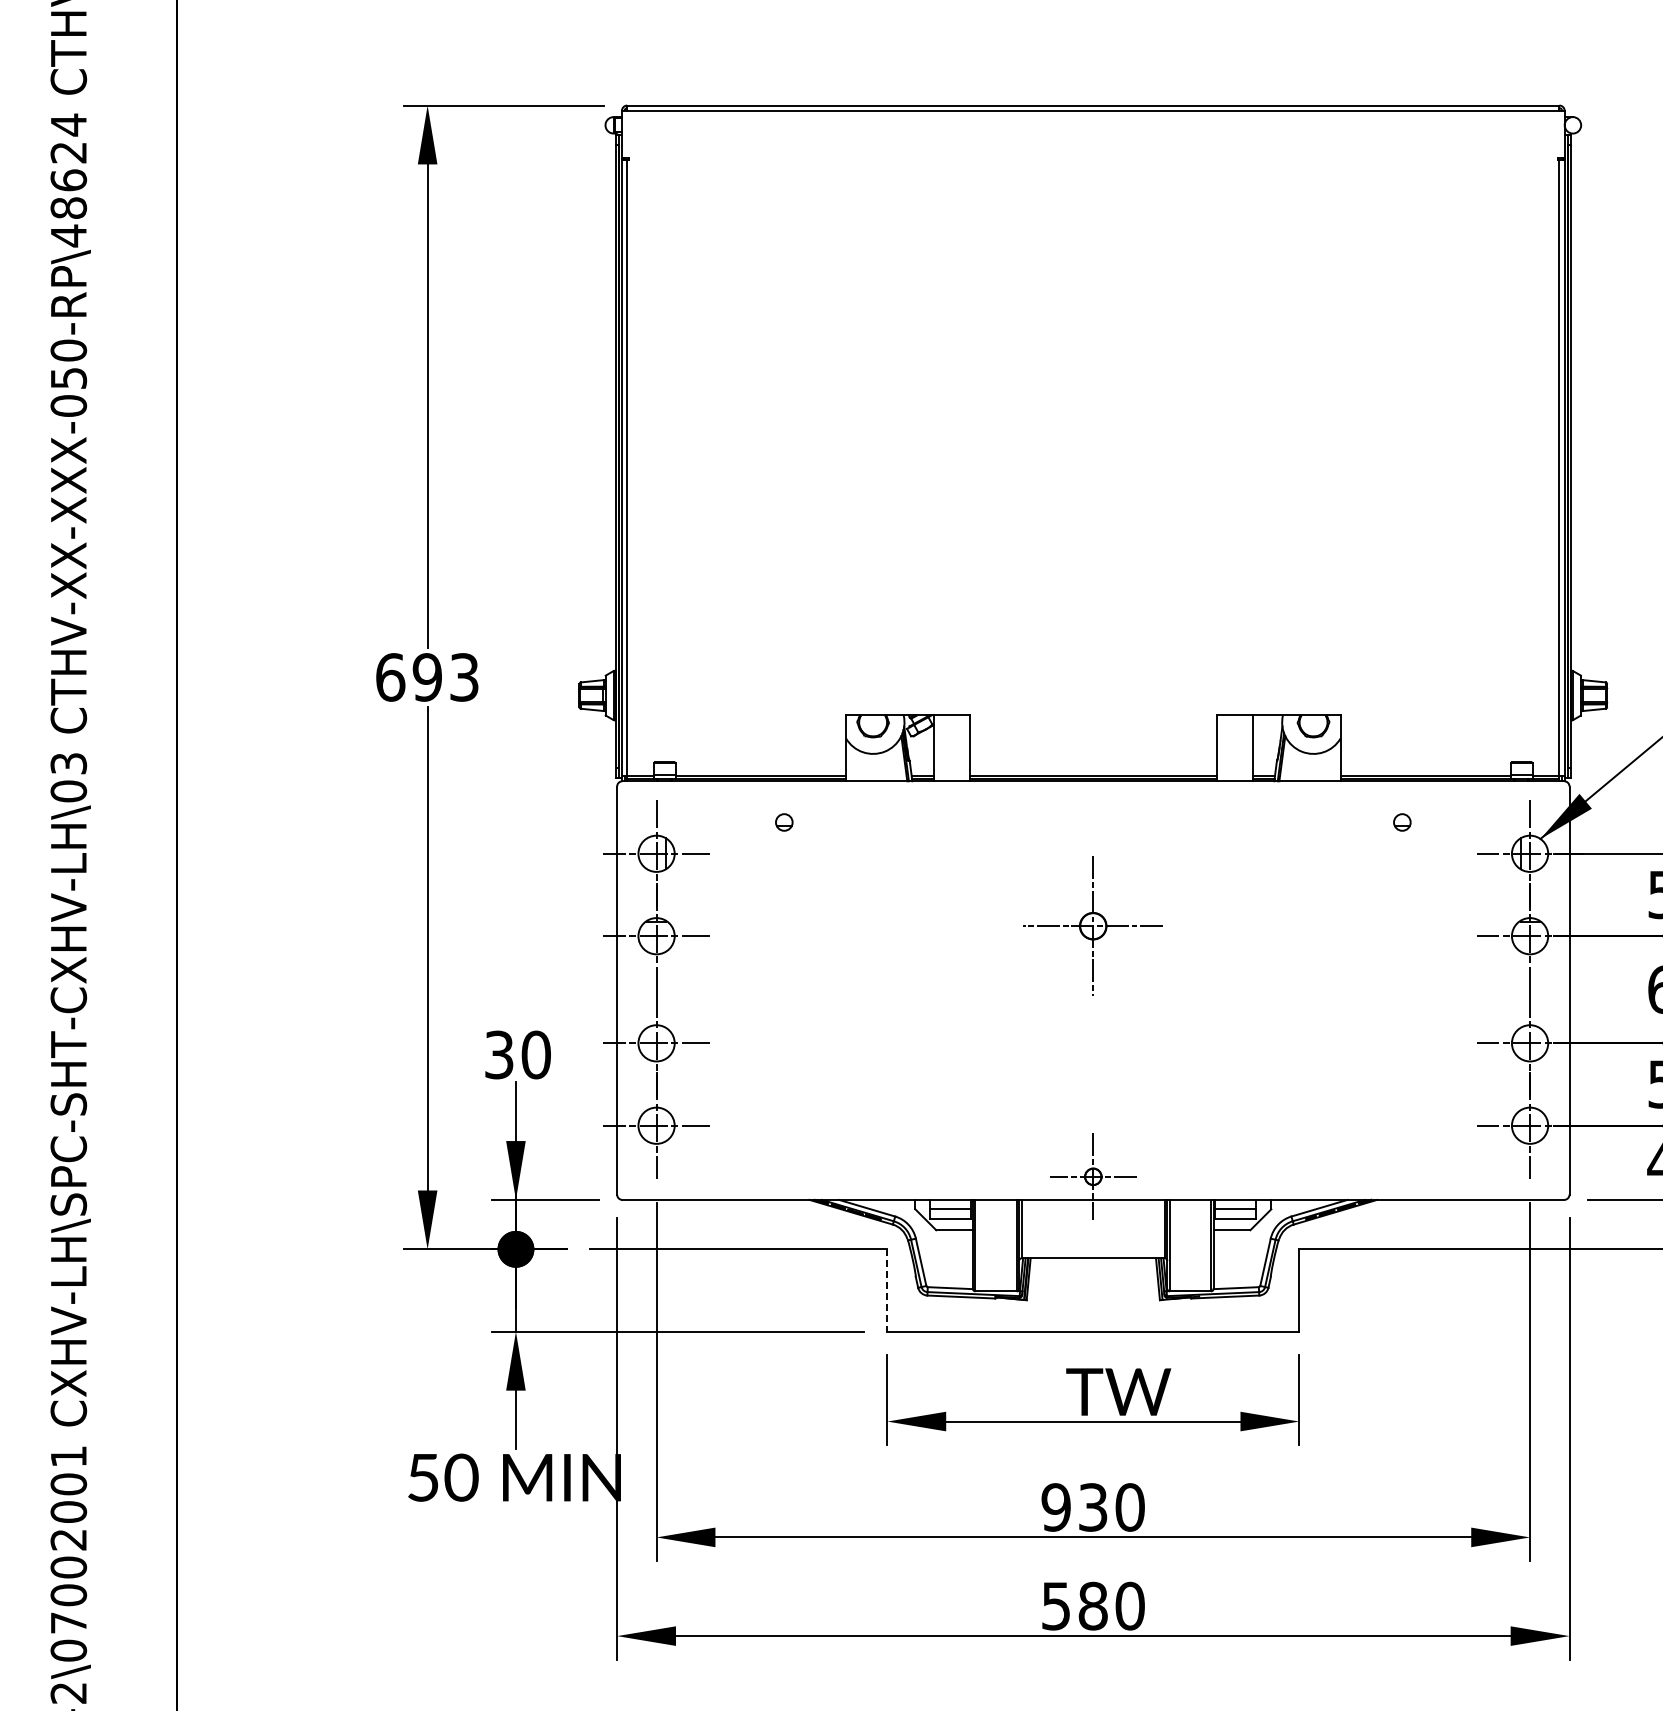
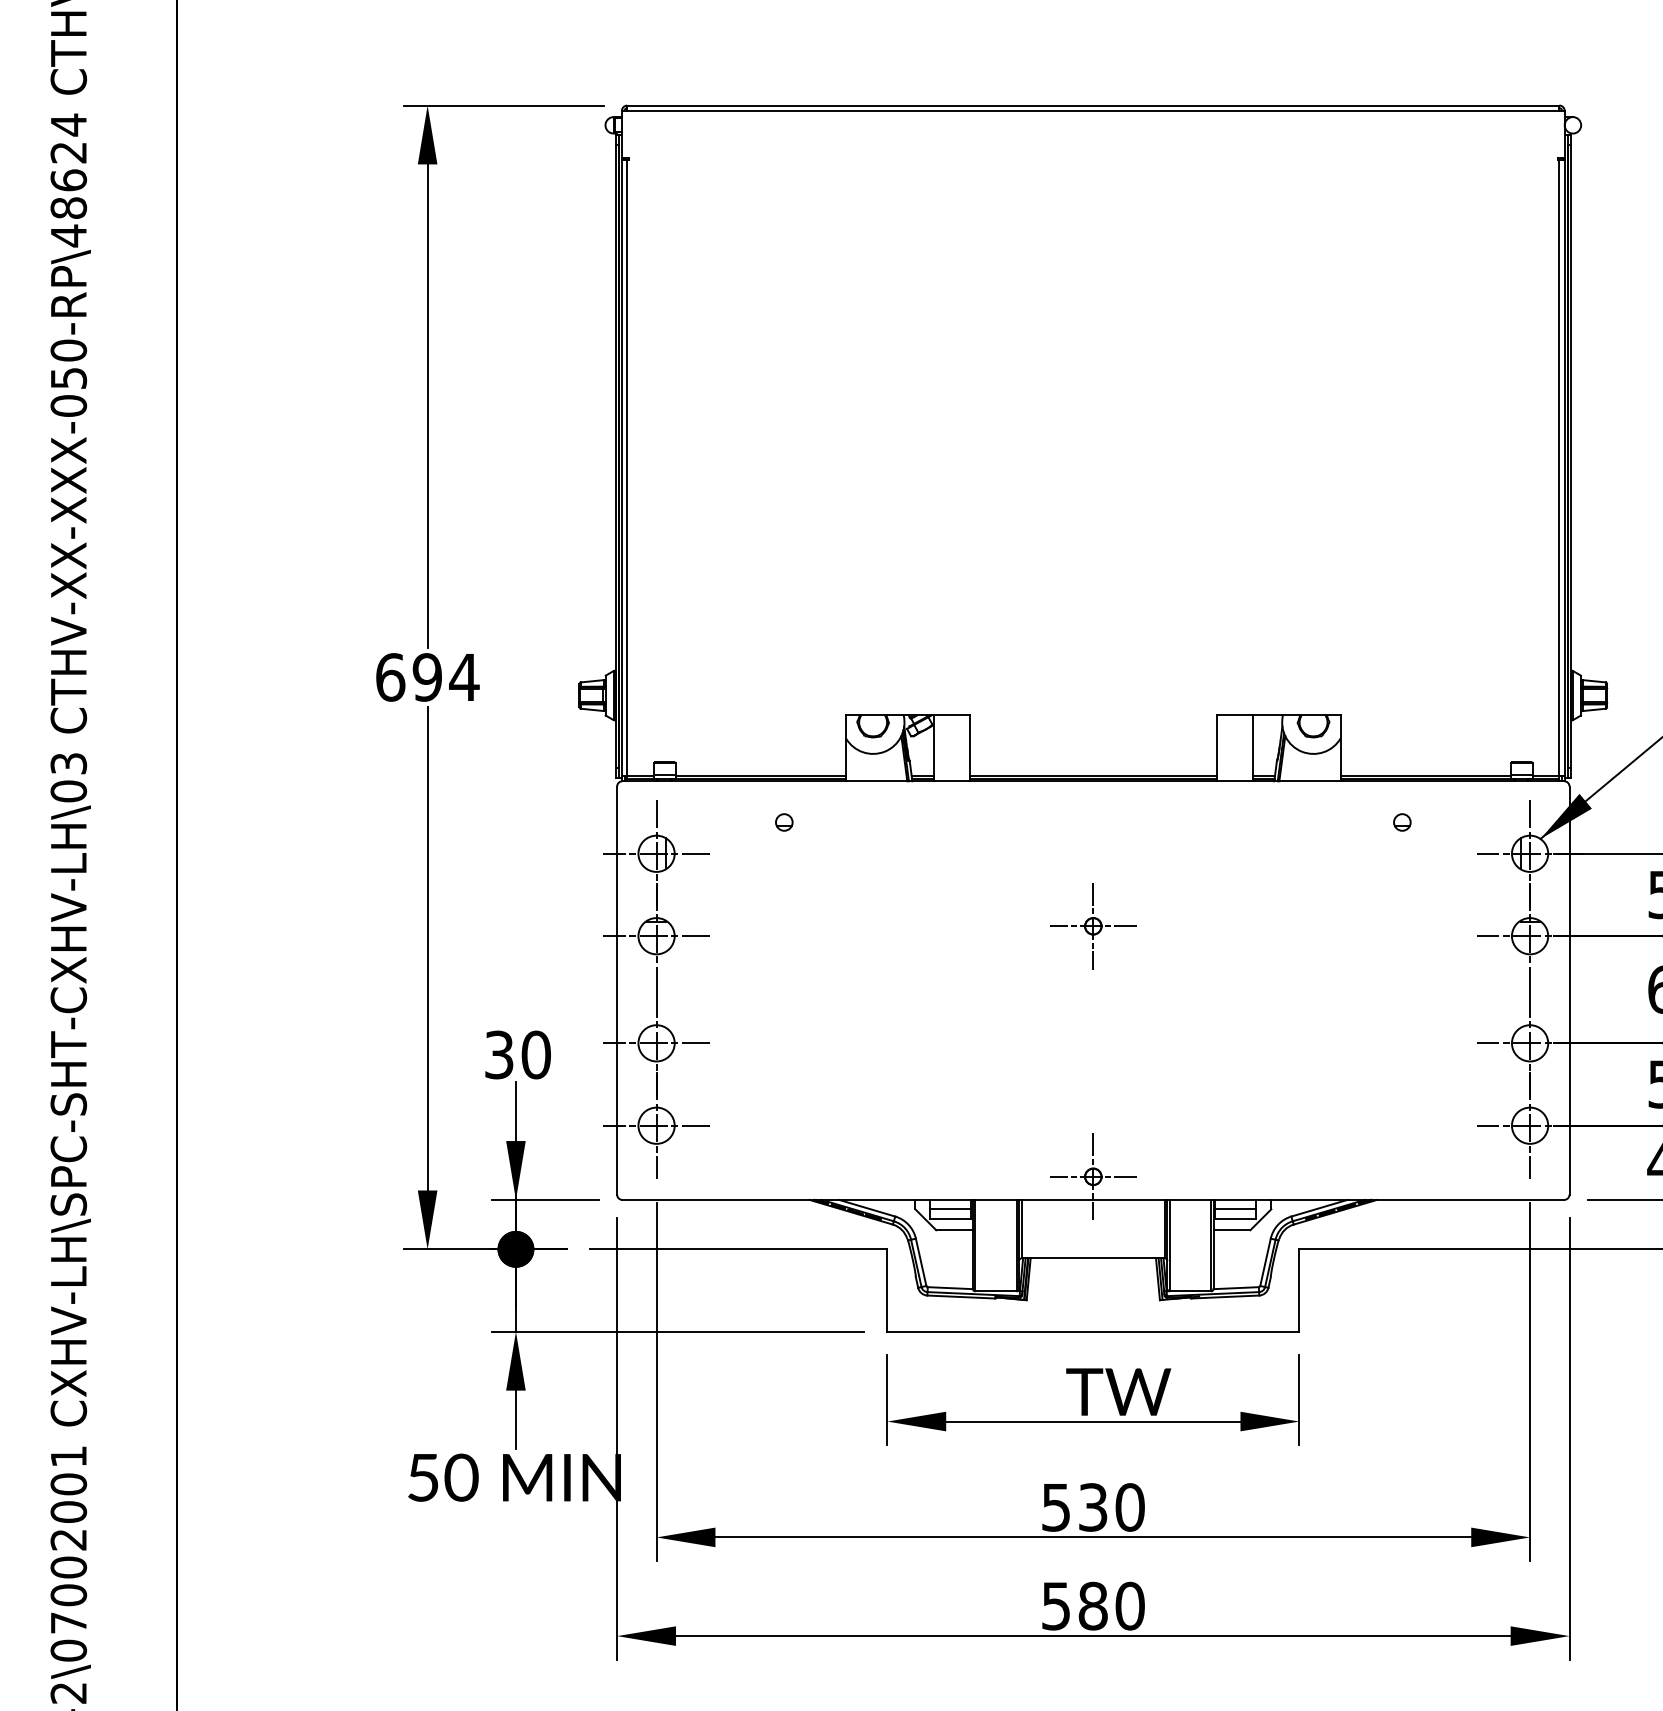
text at (464, 677): 693 -> 694
part at (1092, 925) size: 140x140 px -> 87x87 px
line at (887, 1291): dashed -> solid
text at (1055, 1507): 930 -> 530
